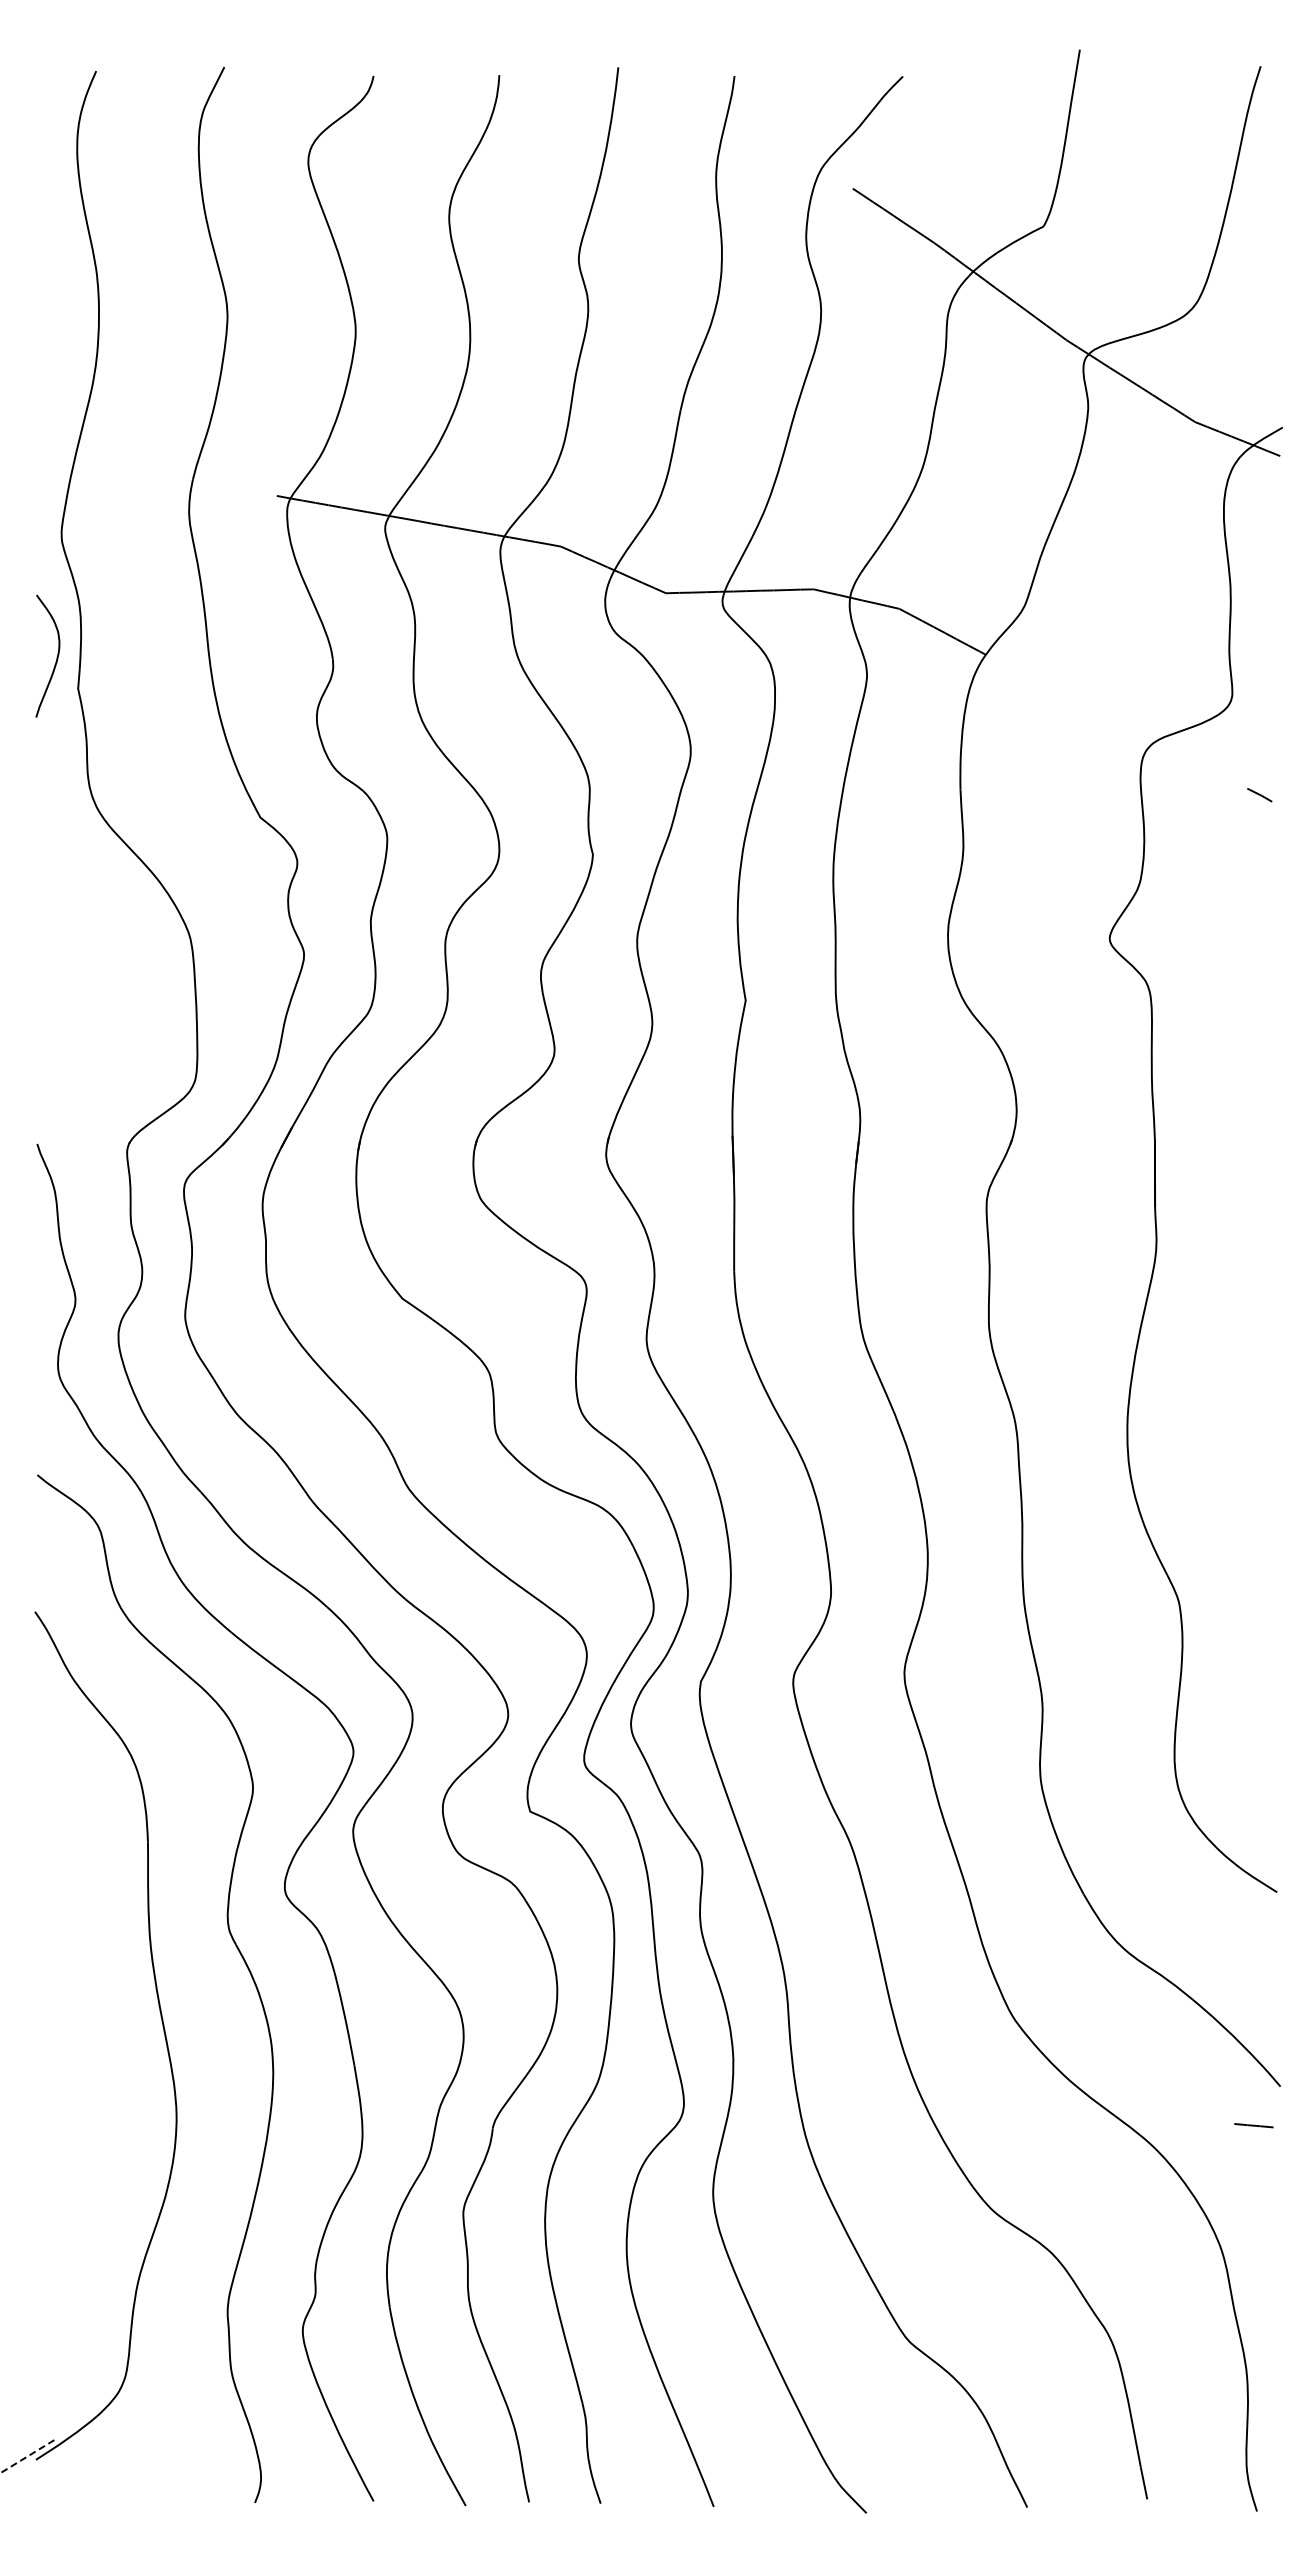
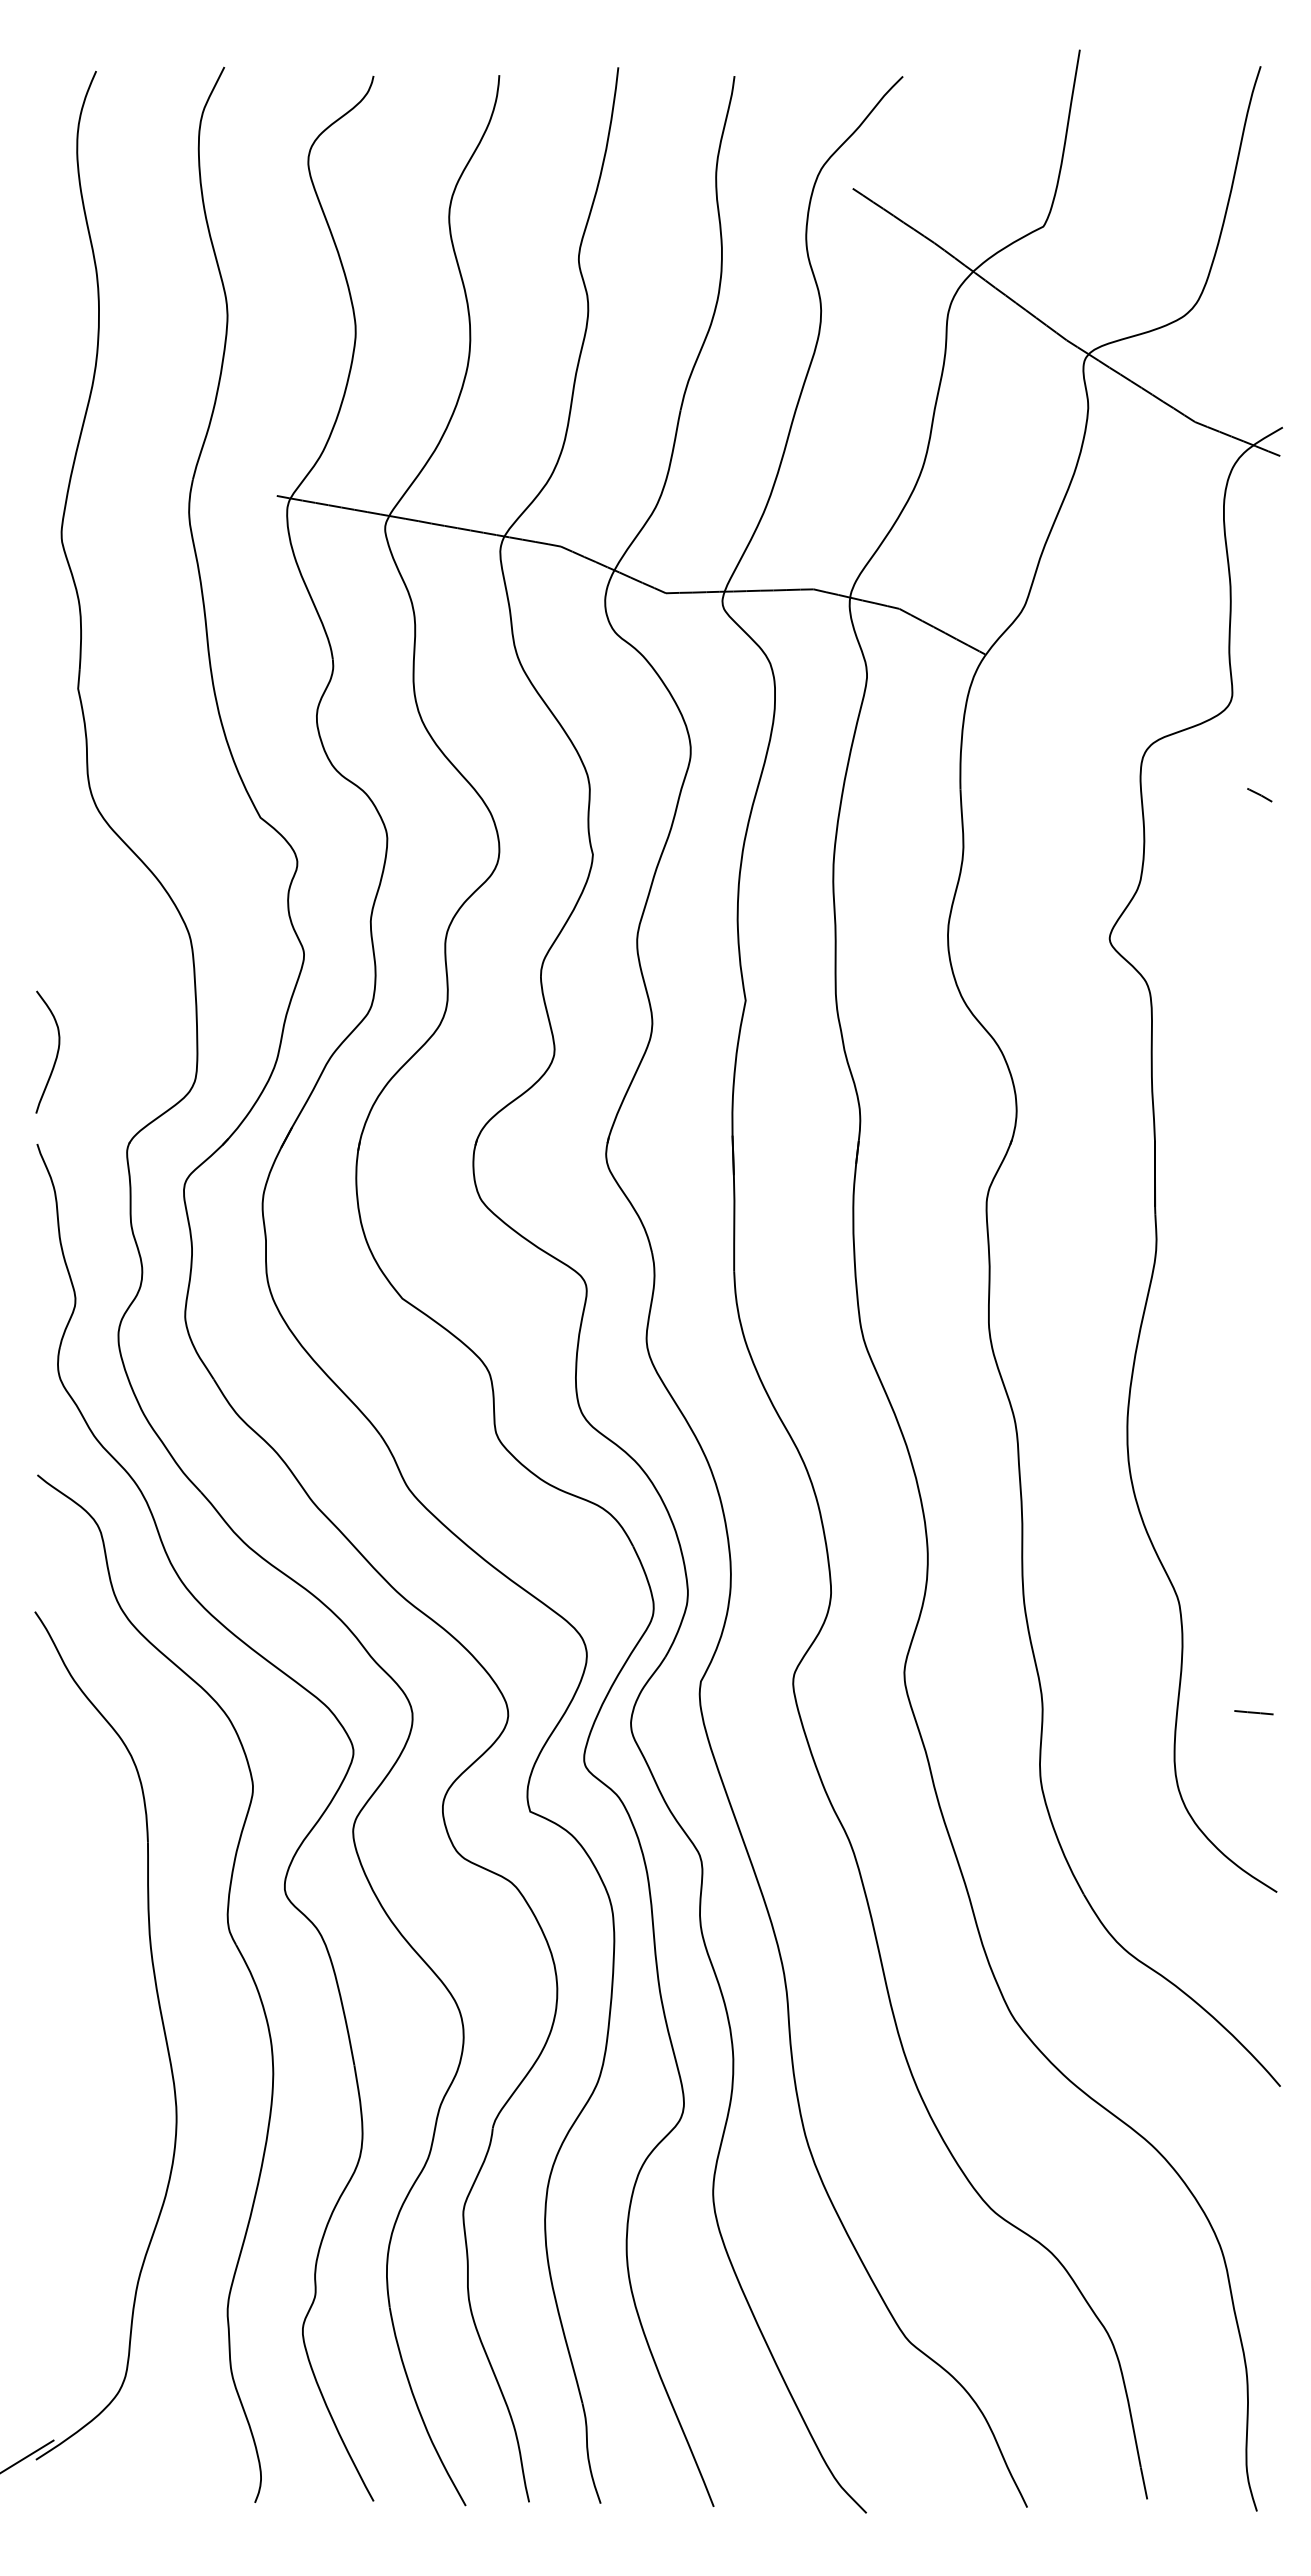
curve at (56, 657) position: (56, 657) -> (56, 1053)
line at (1253, 2125) position: (1253, 2125) -> (1253, 1712)
line at (26, 2457): dashed -> solid
